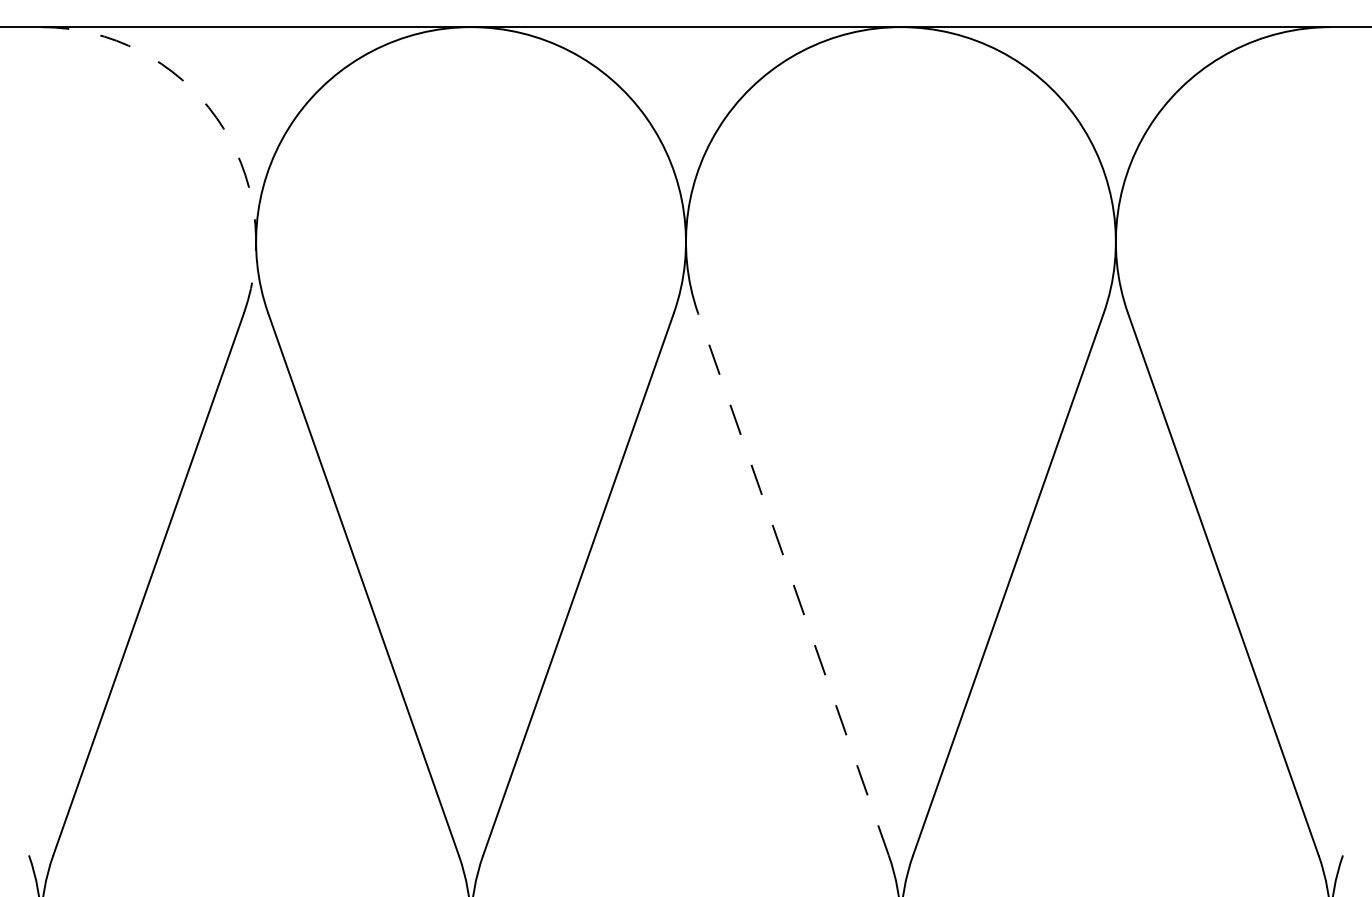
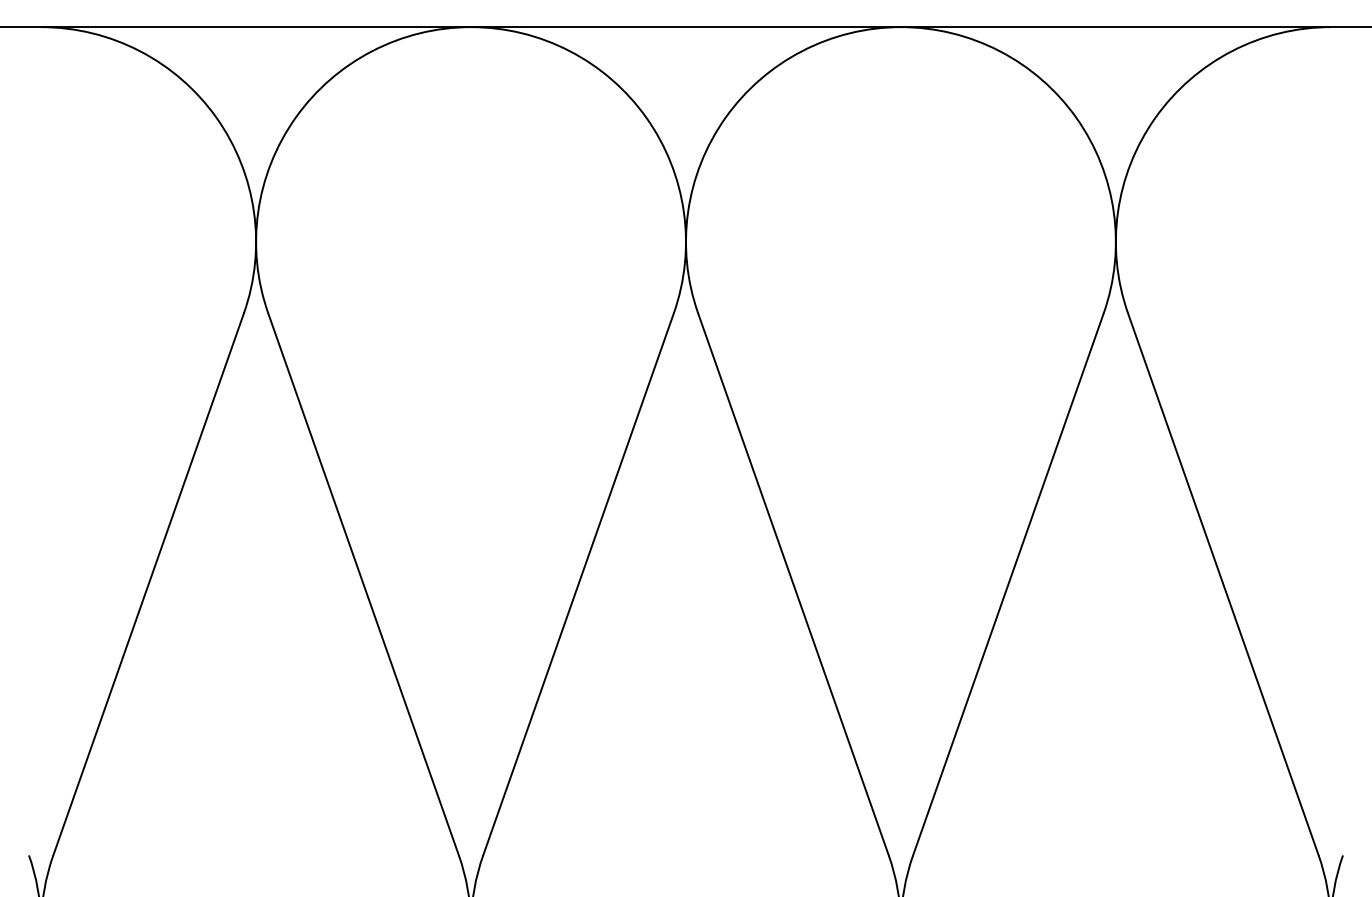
arc at (216, 117): dashed -> solid
line at (793, 583): dashed -> solid
